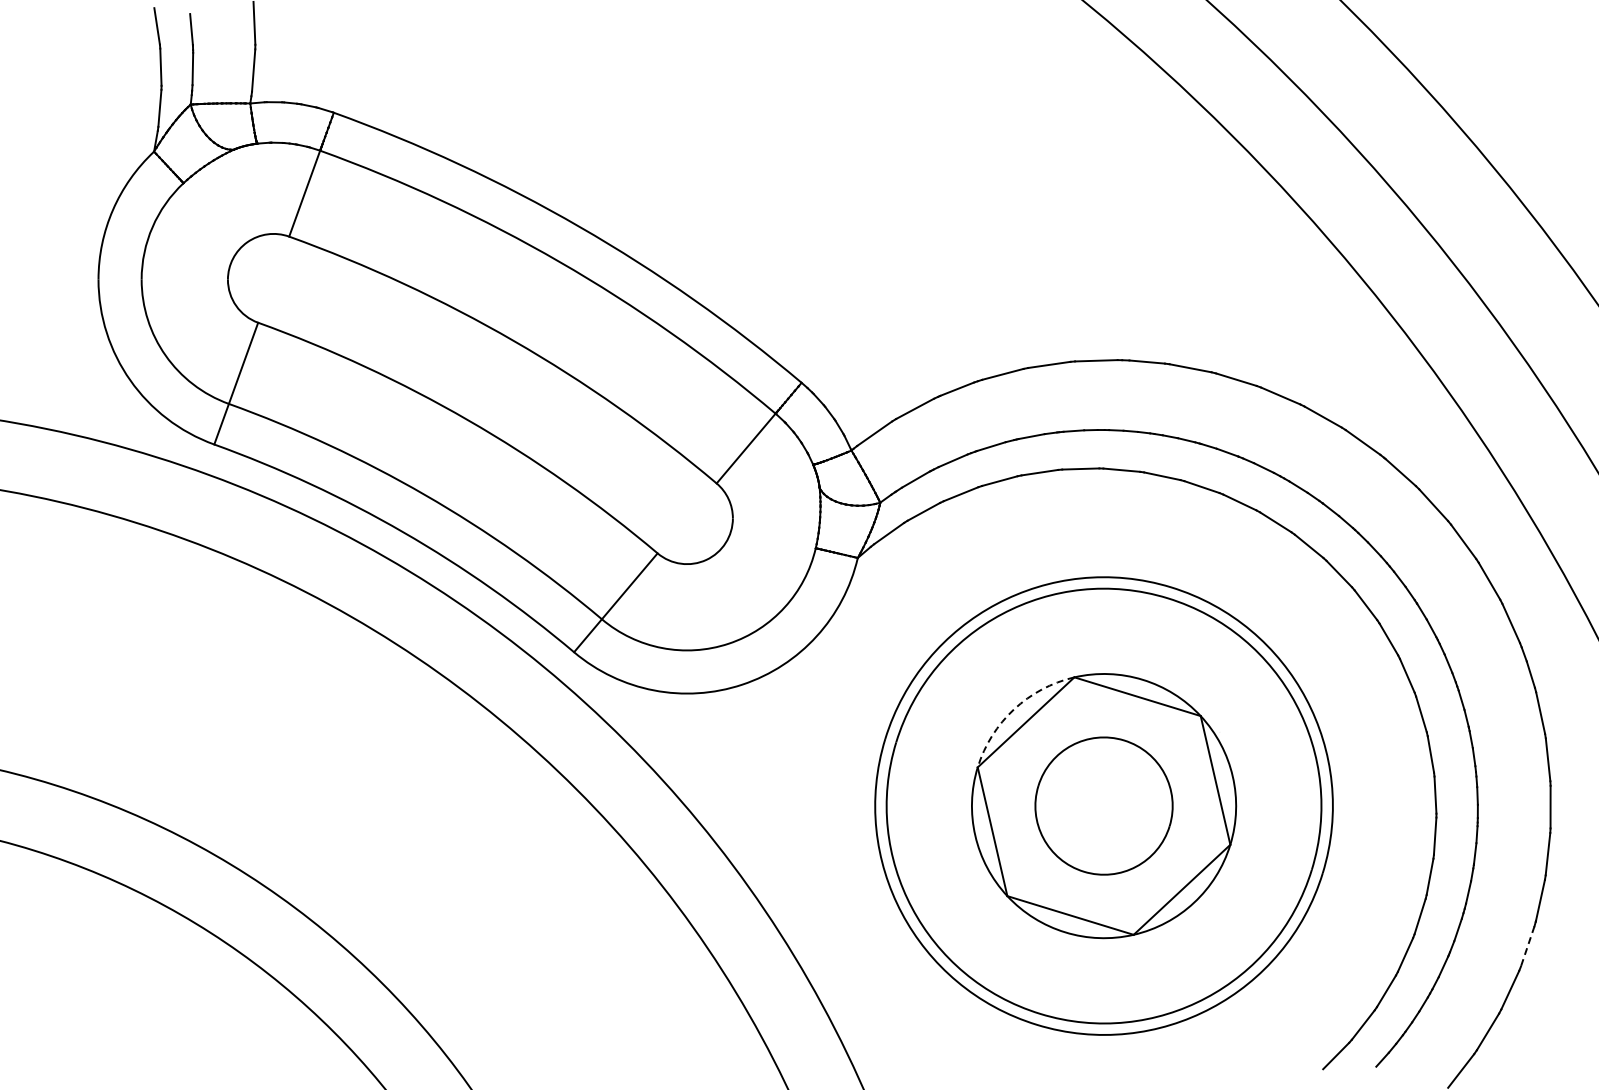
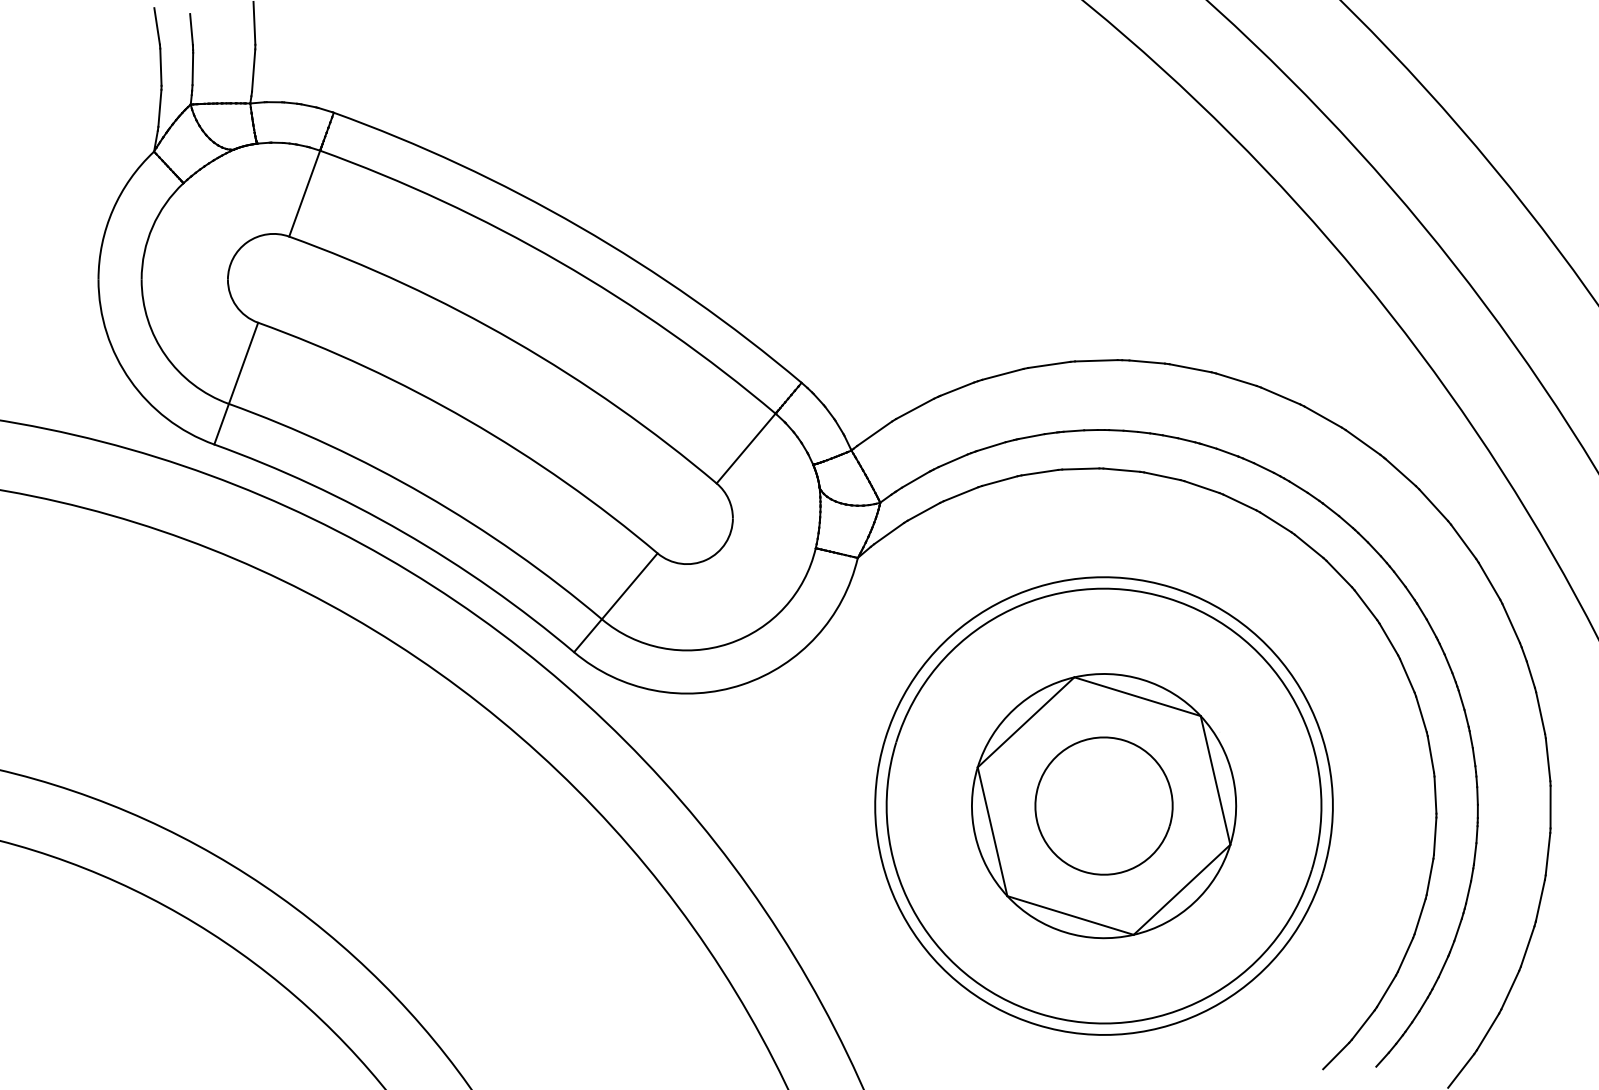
arc at (1014, 709): dashed -> solid
line at (1527, 946): dashed -> solid
